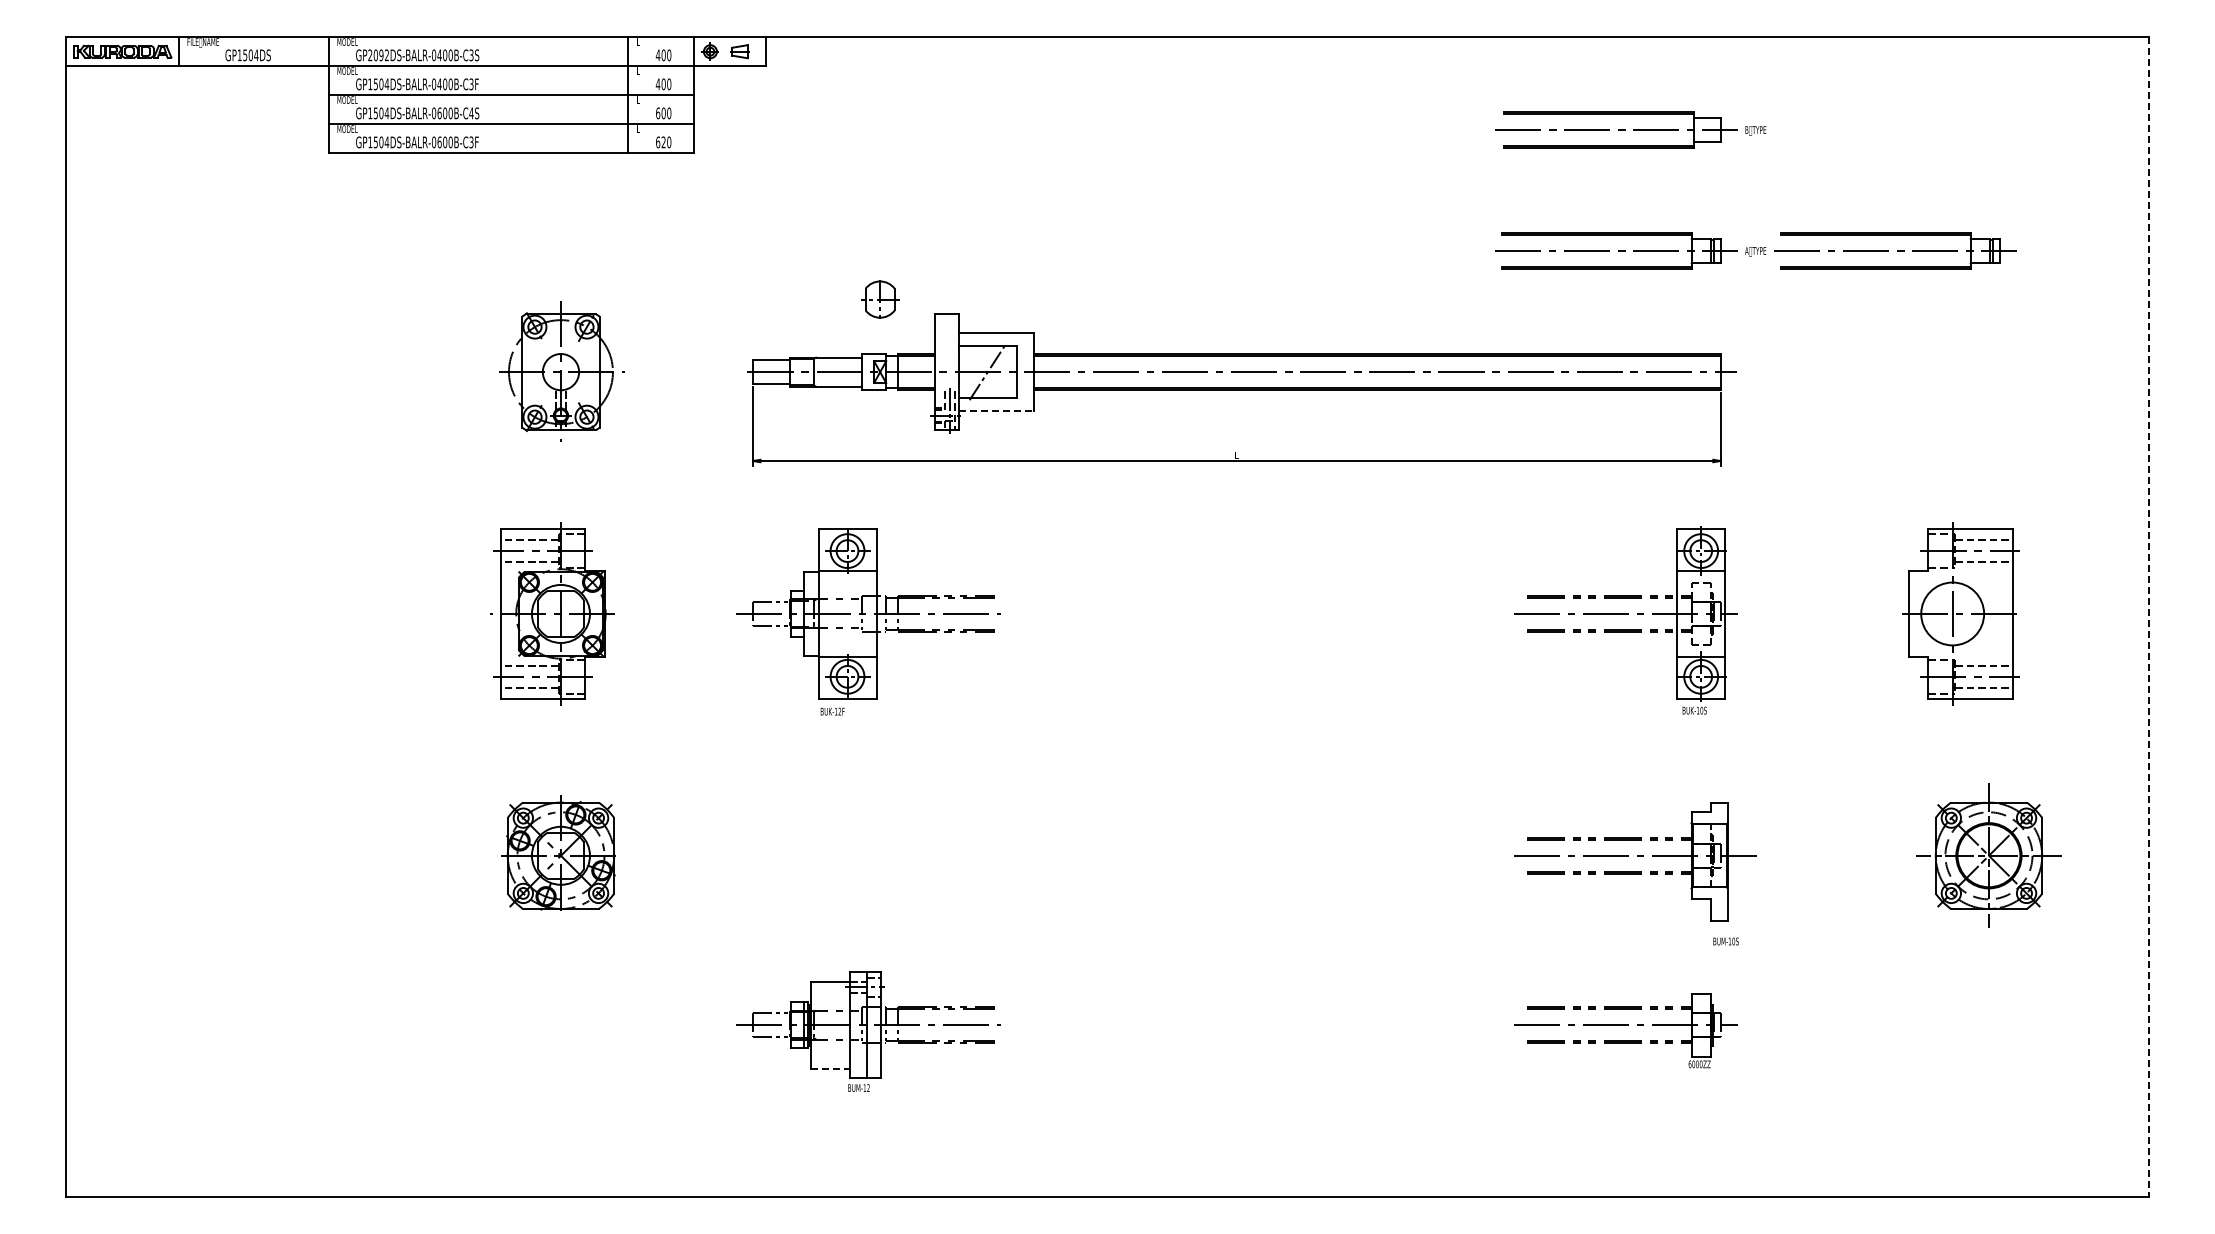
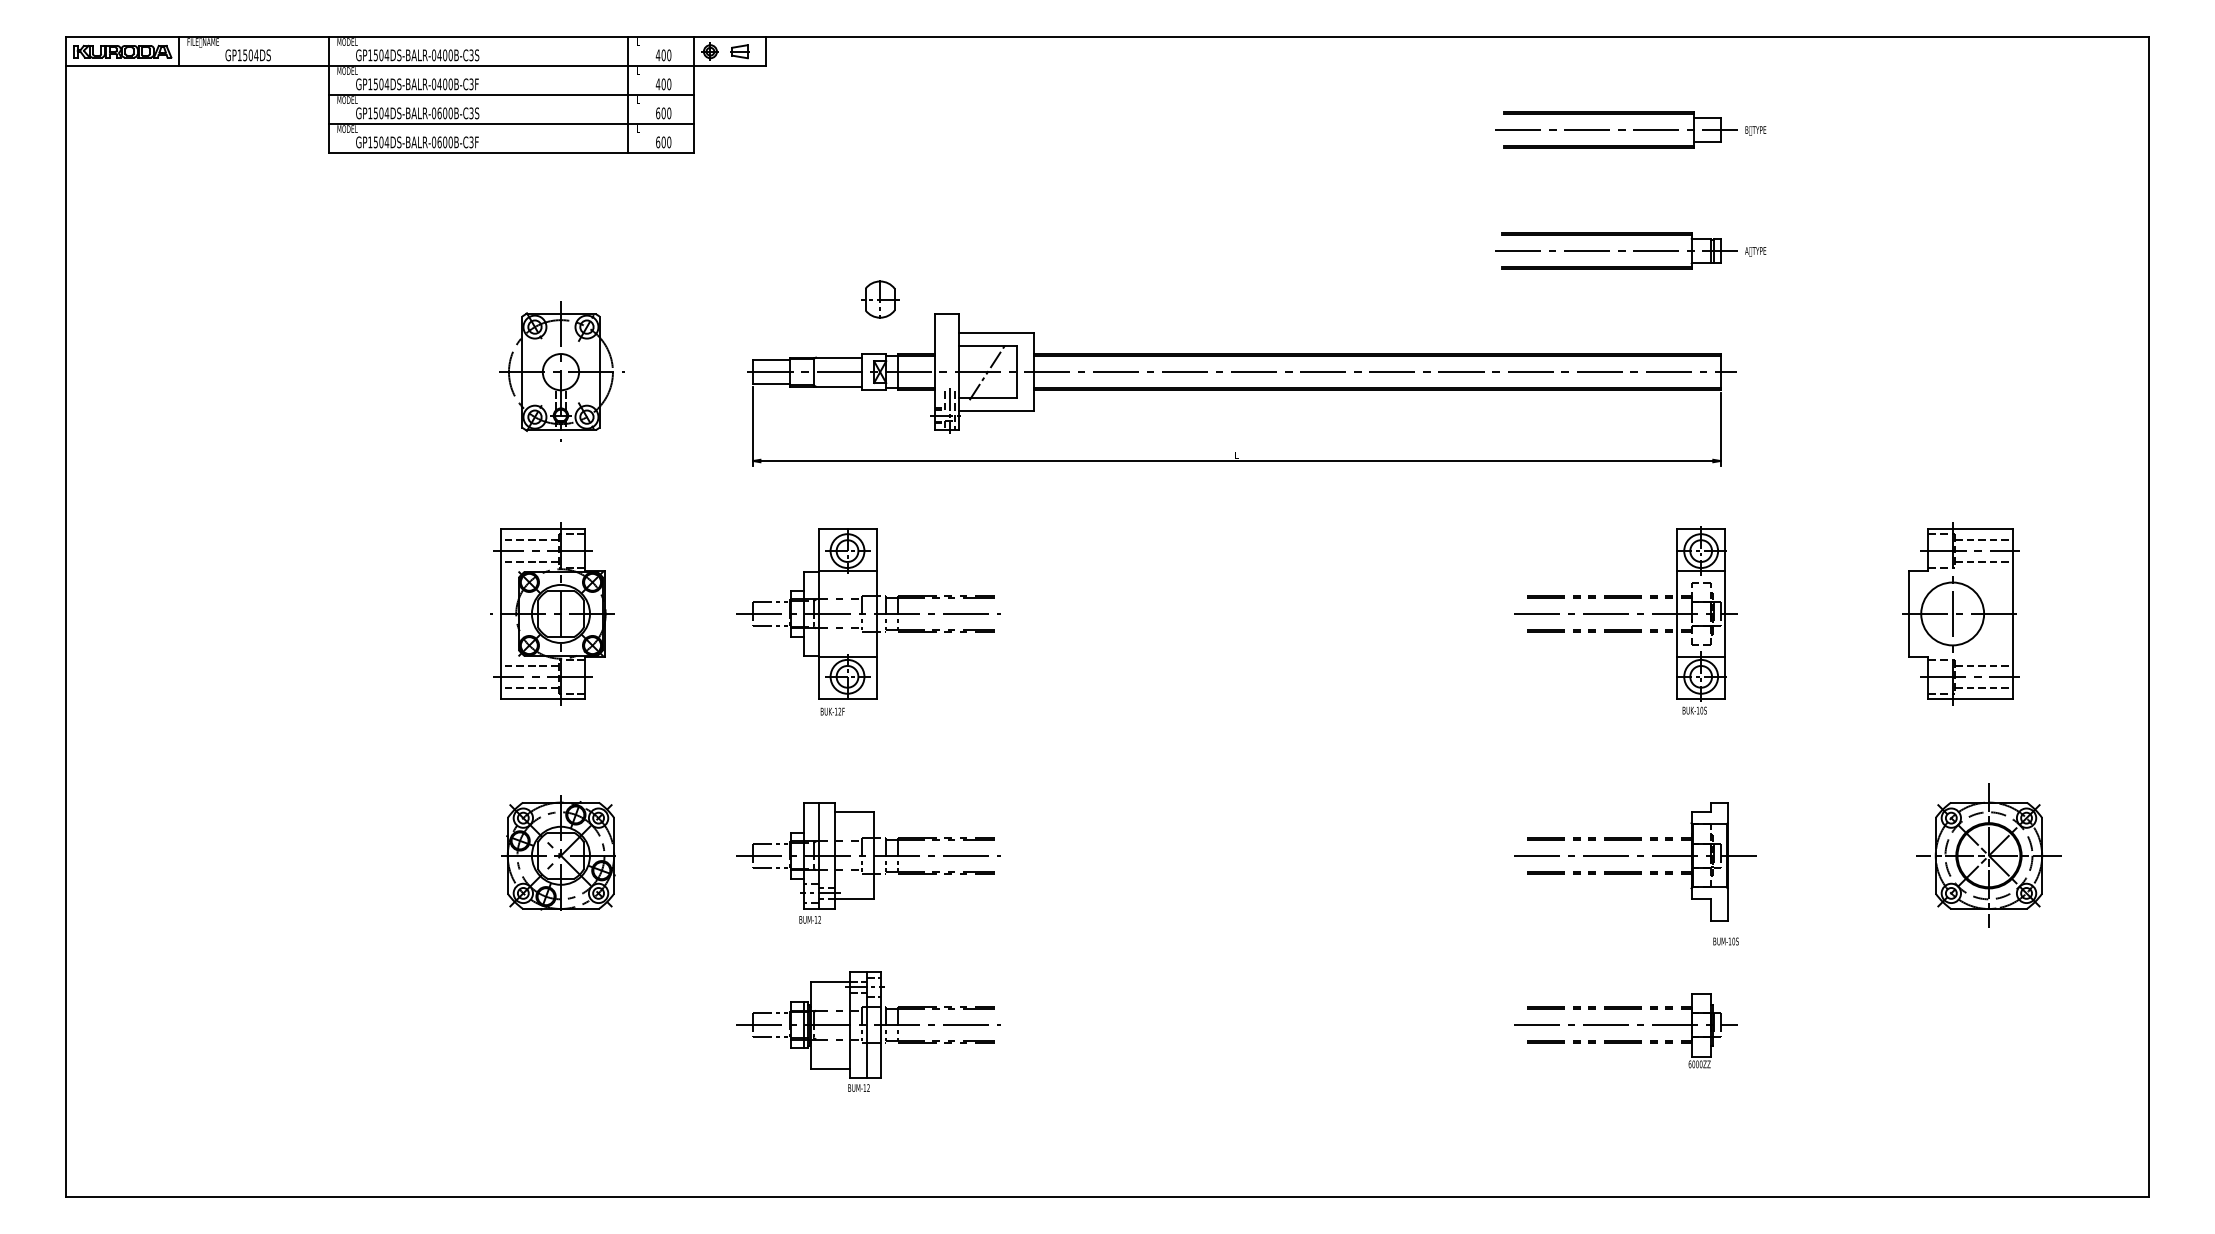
text at (378, 55): GP2092DS-BALR-0400B-C3S -> GP1504DS-BALR-0400B-C3S
text at (471, 113): GP1504DS-BALR-0600B-C4S -> GP1504DS-BALR-0600B-C3S
text at (663, 142): 620 -> 600
part at (1895, 250): present -> none
line at (996, 410): dashed -> solid
line at (2148, 617): dashed -> solid
part at (868, 862): none -> present
line at (831, 1068): dashed -> solid
